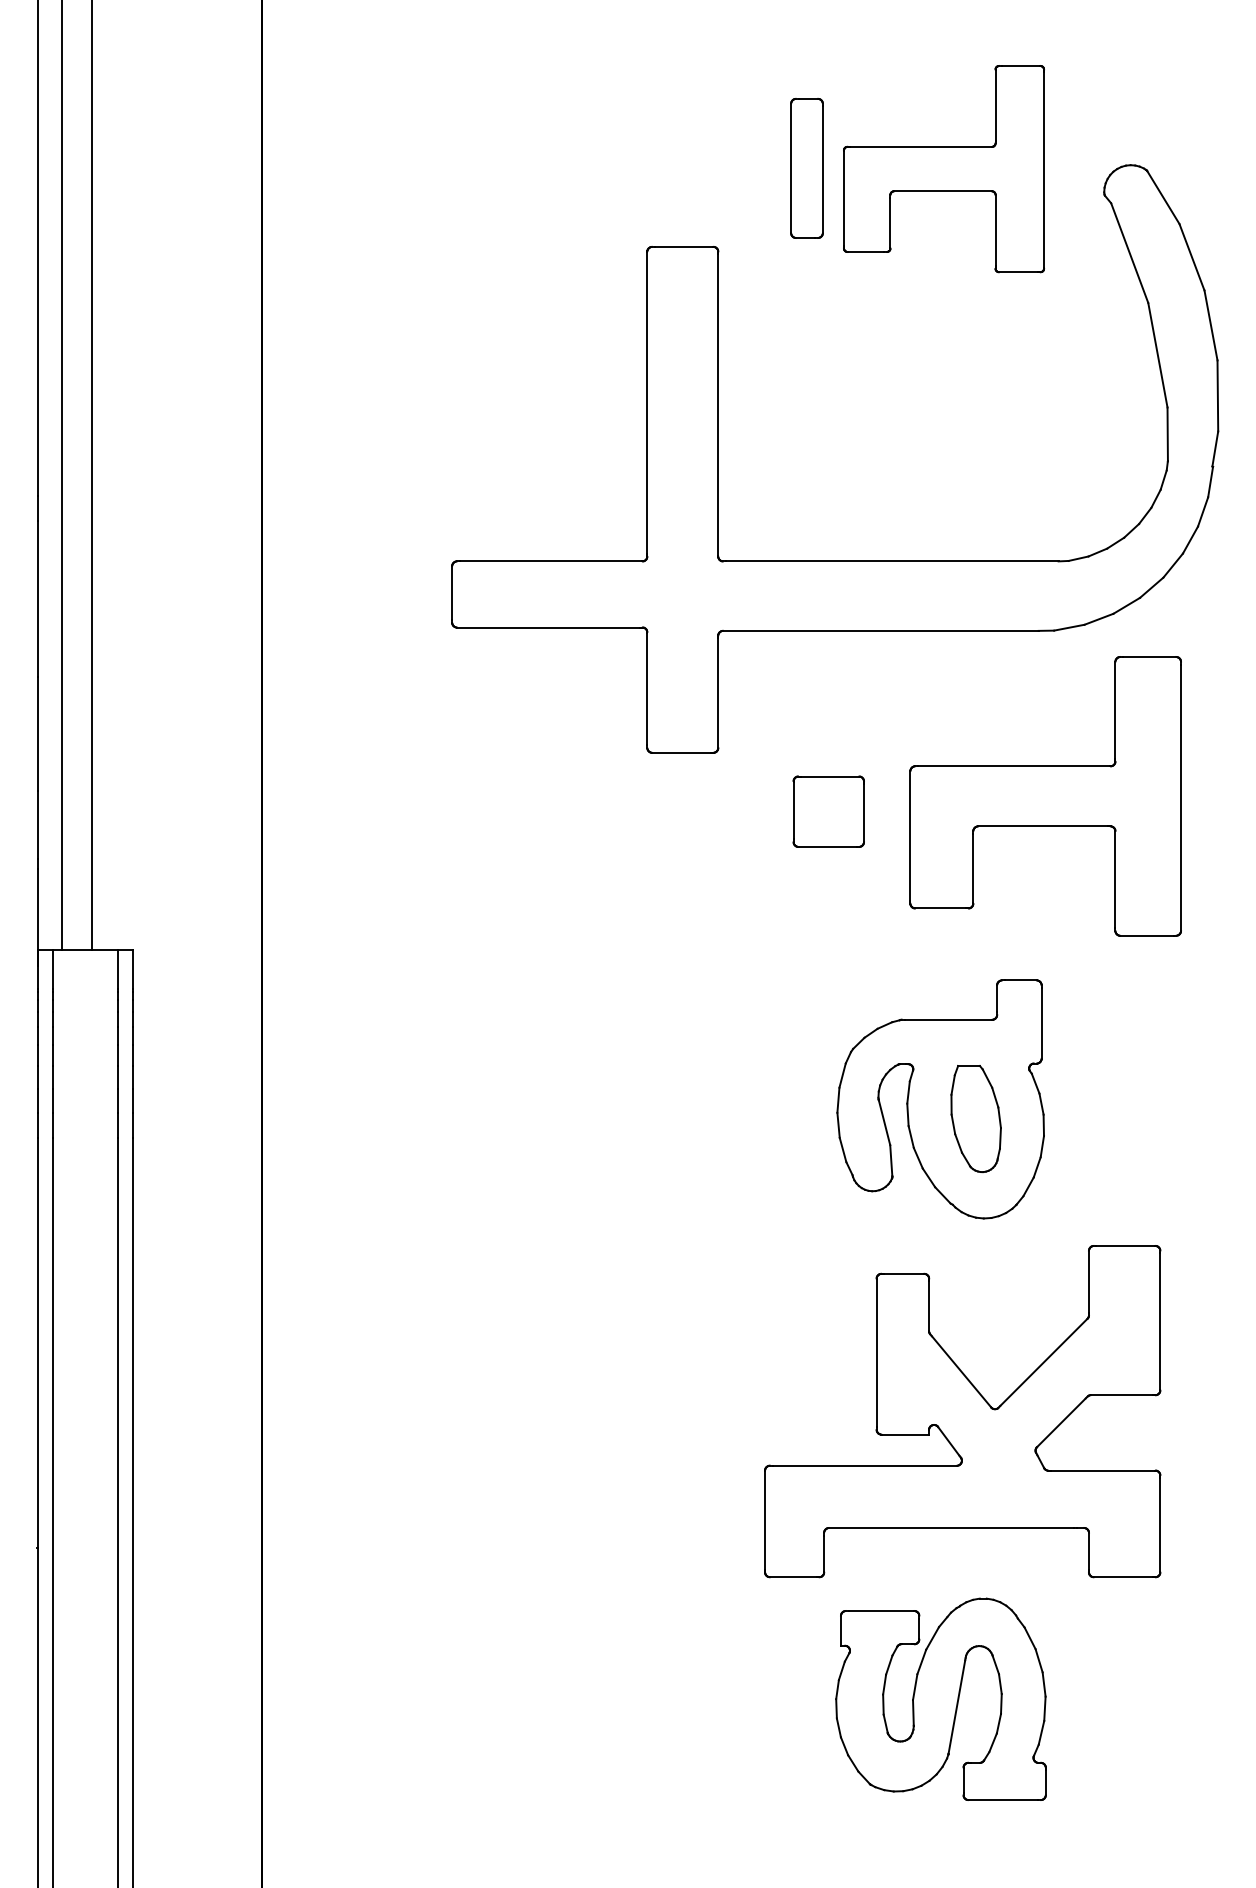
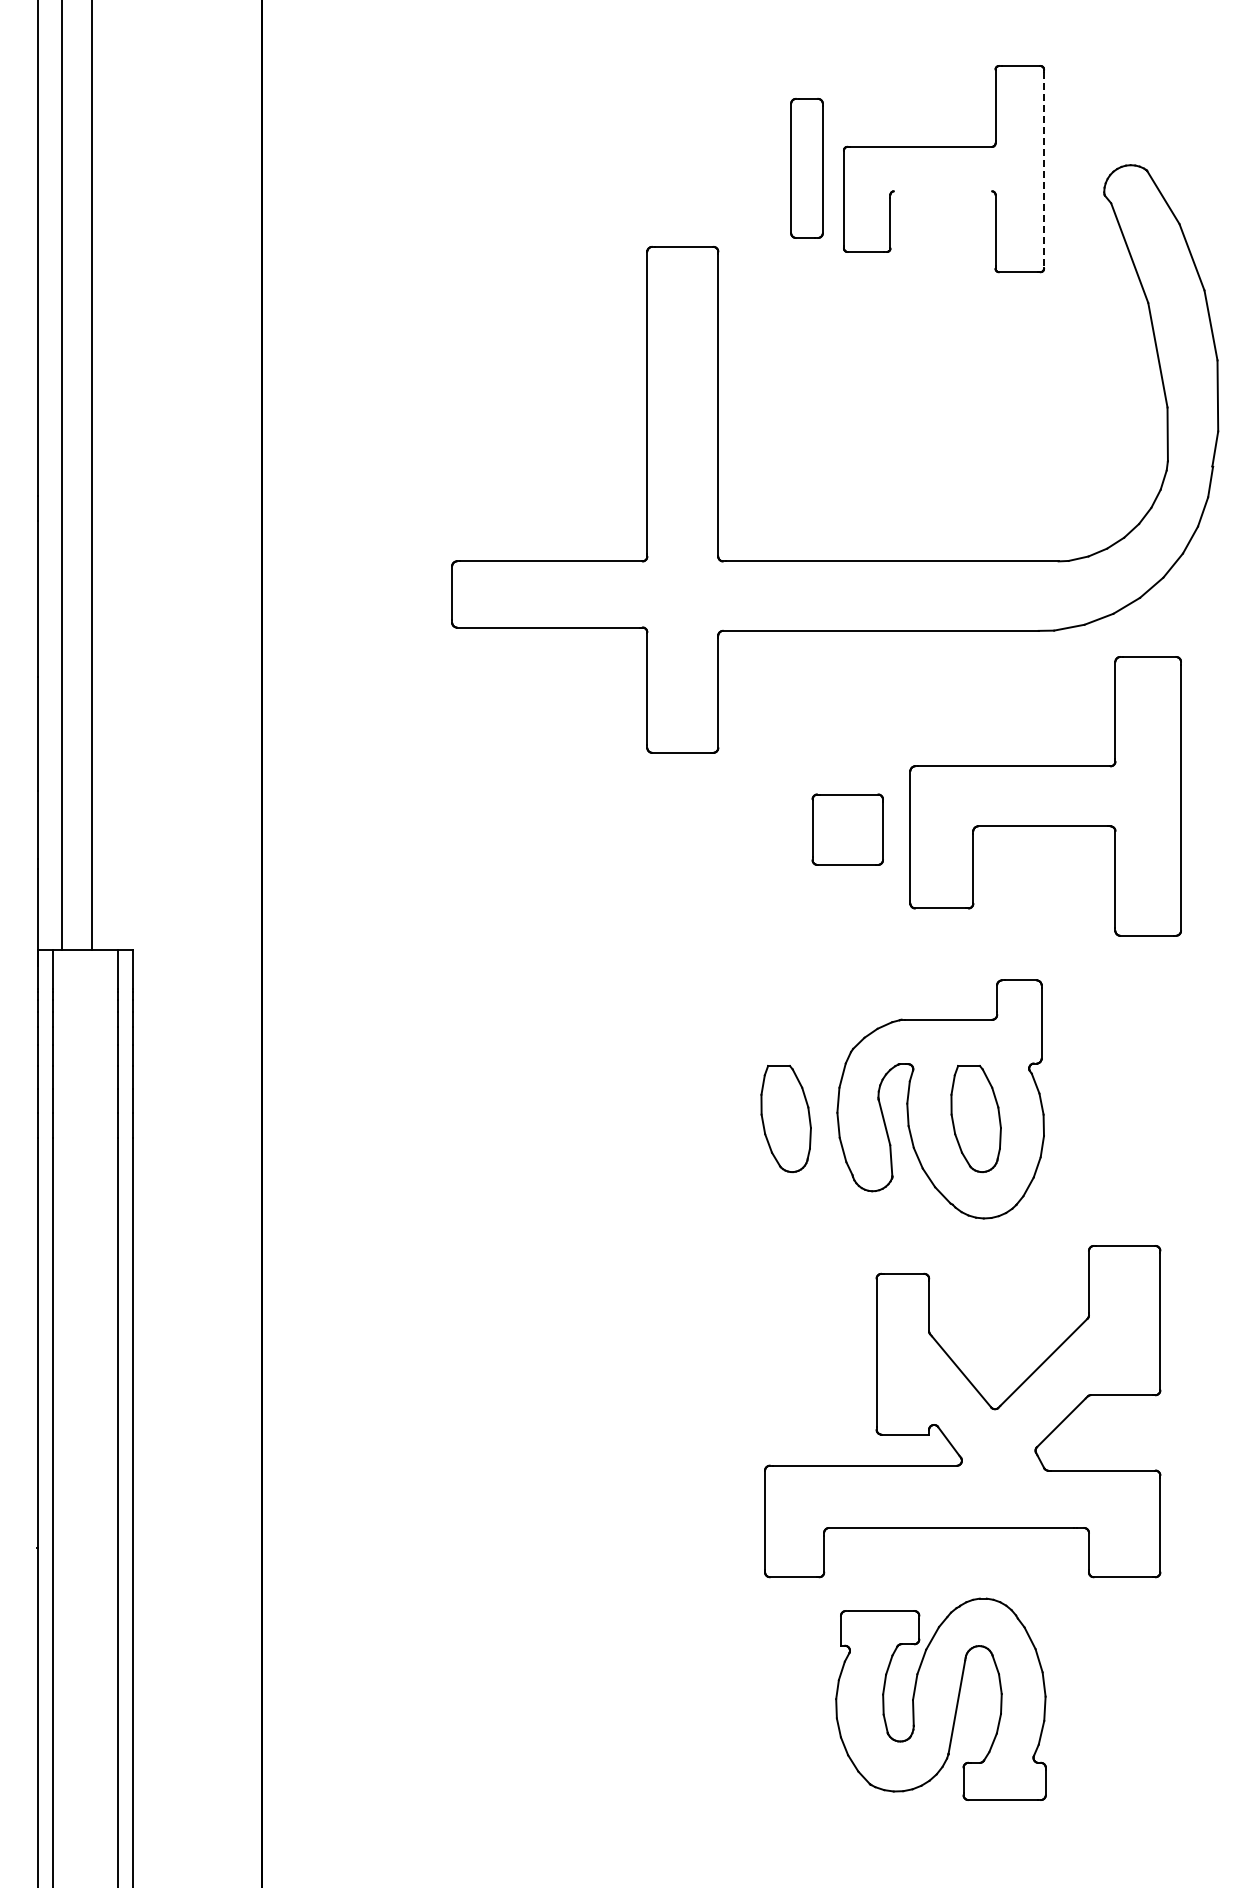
line at (1044, 170): solid -> dashed
line at (942, 191): present -> none
part at (828, 811) position: (828, 811) -> (847, 829)
part at (785, 1118): none -> present
